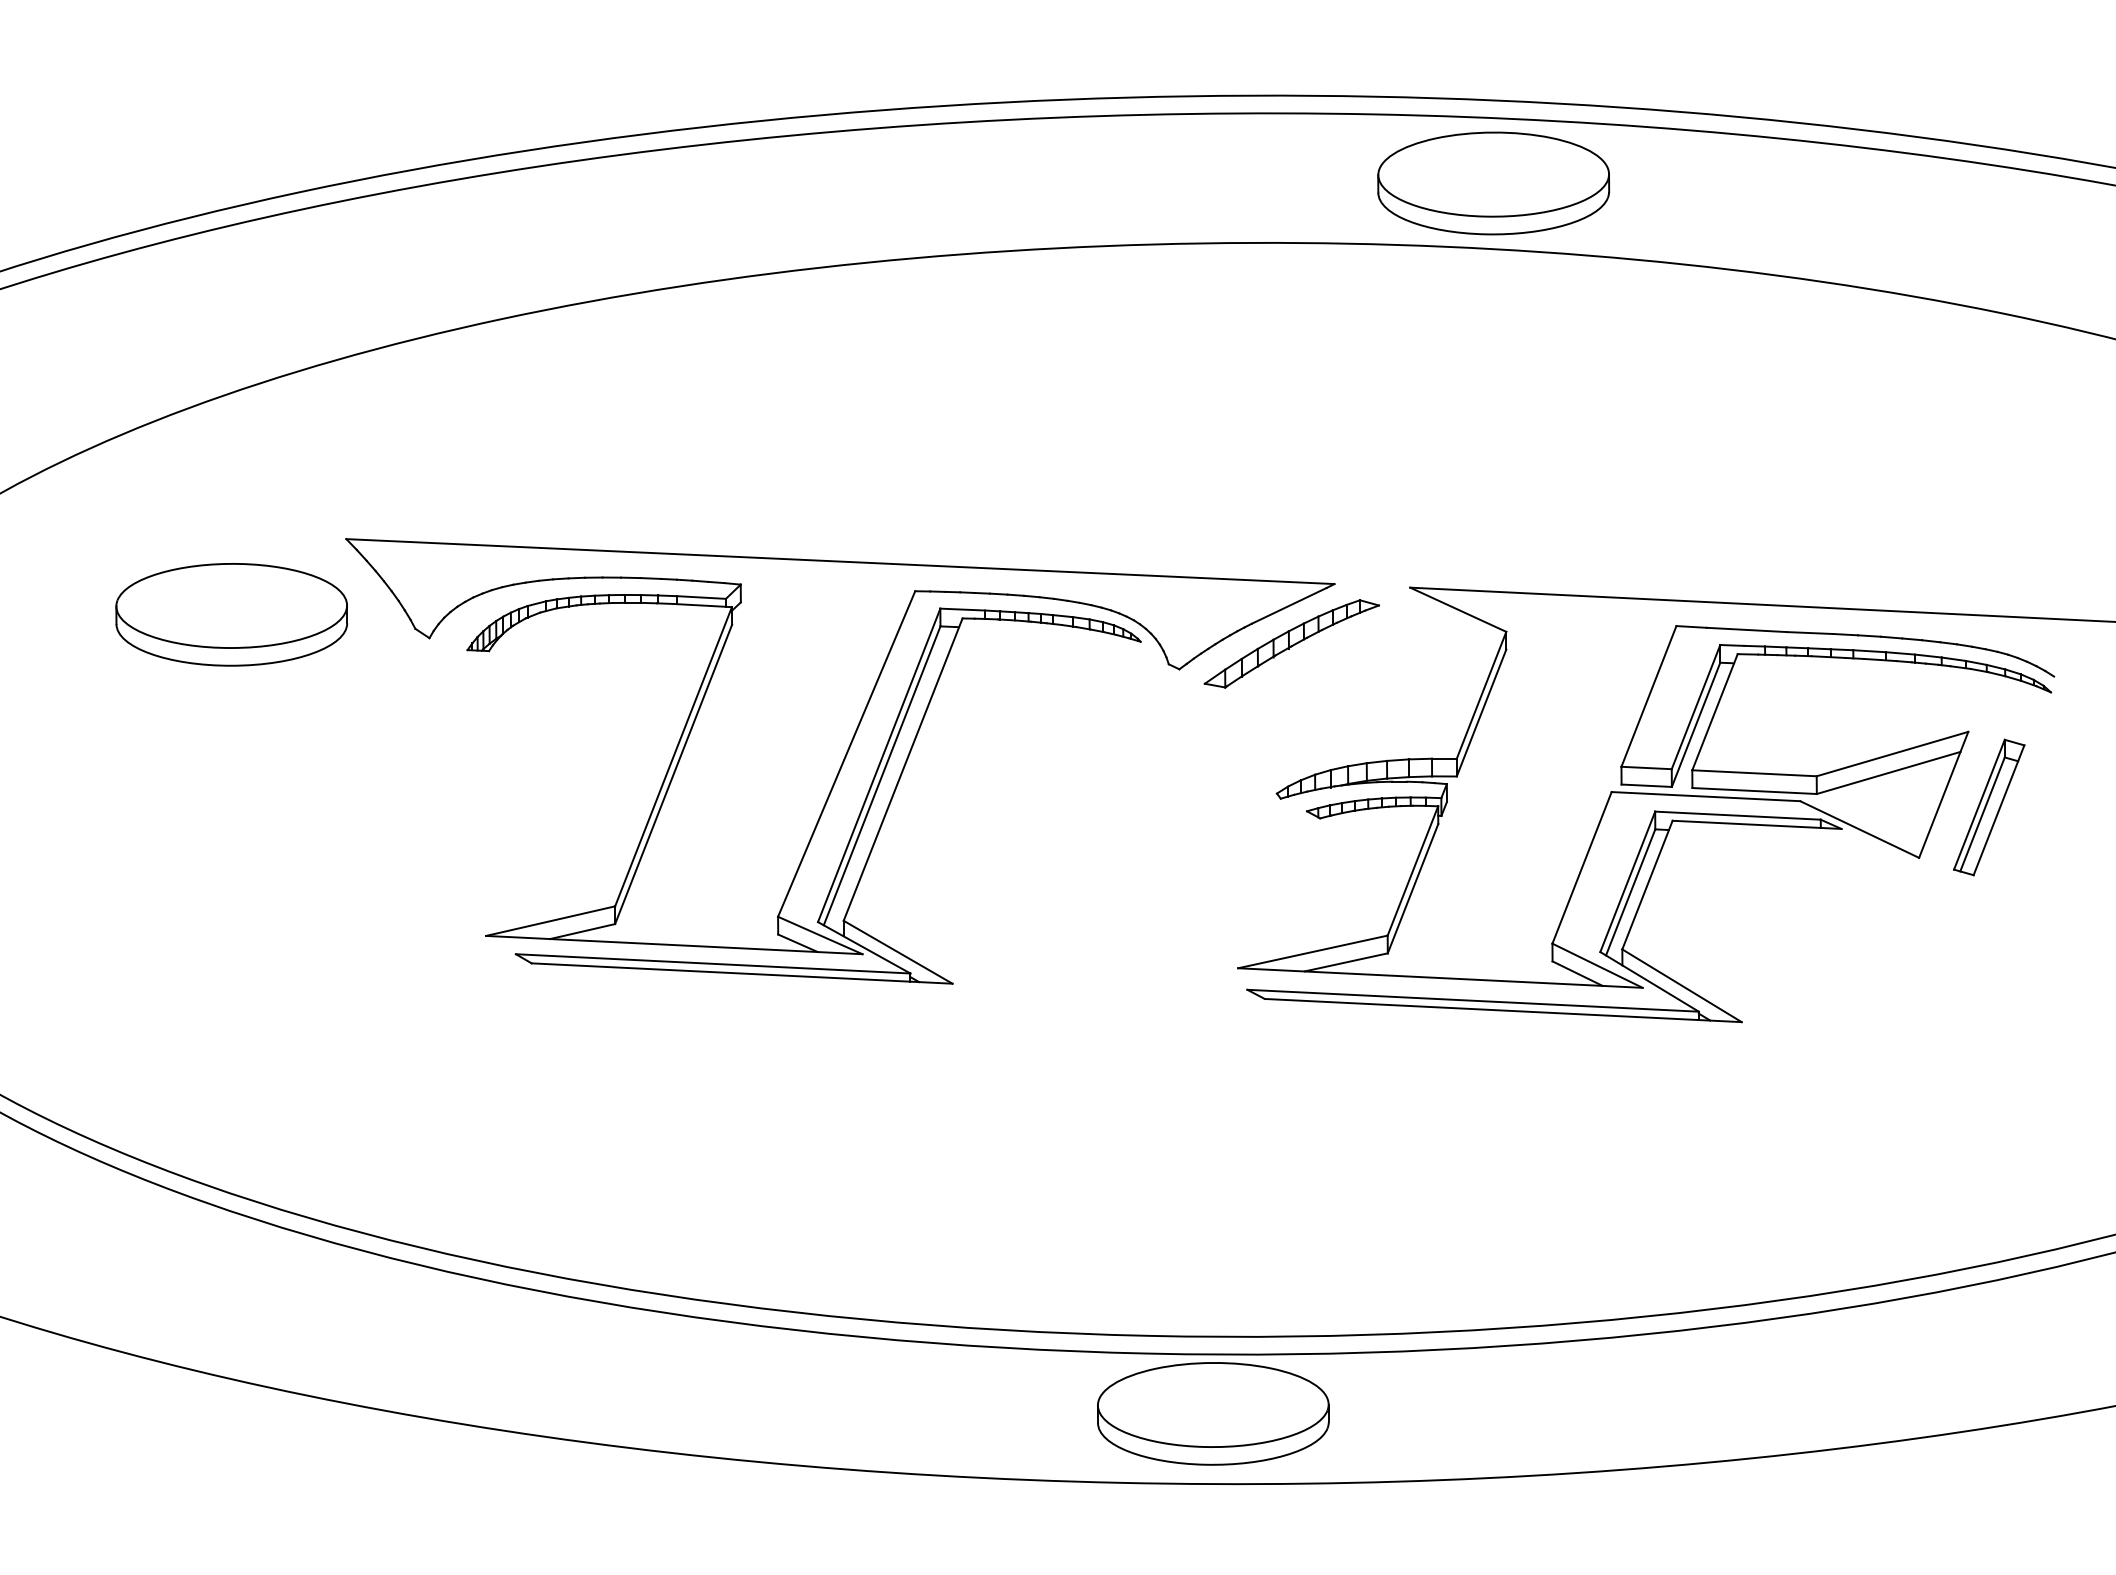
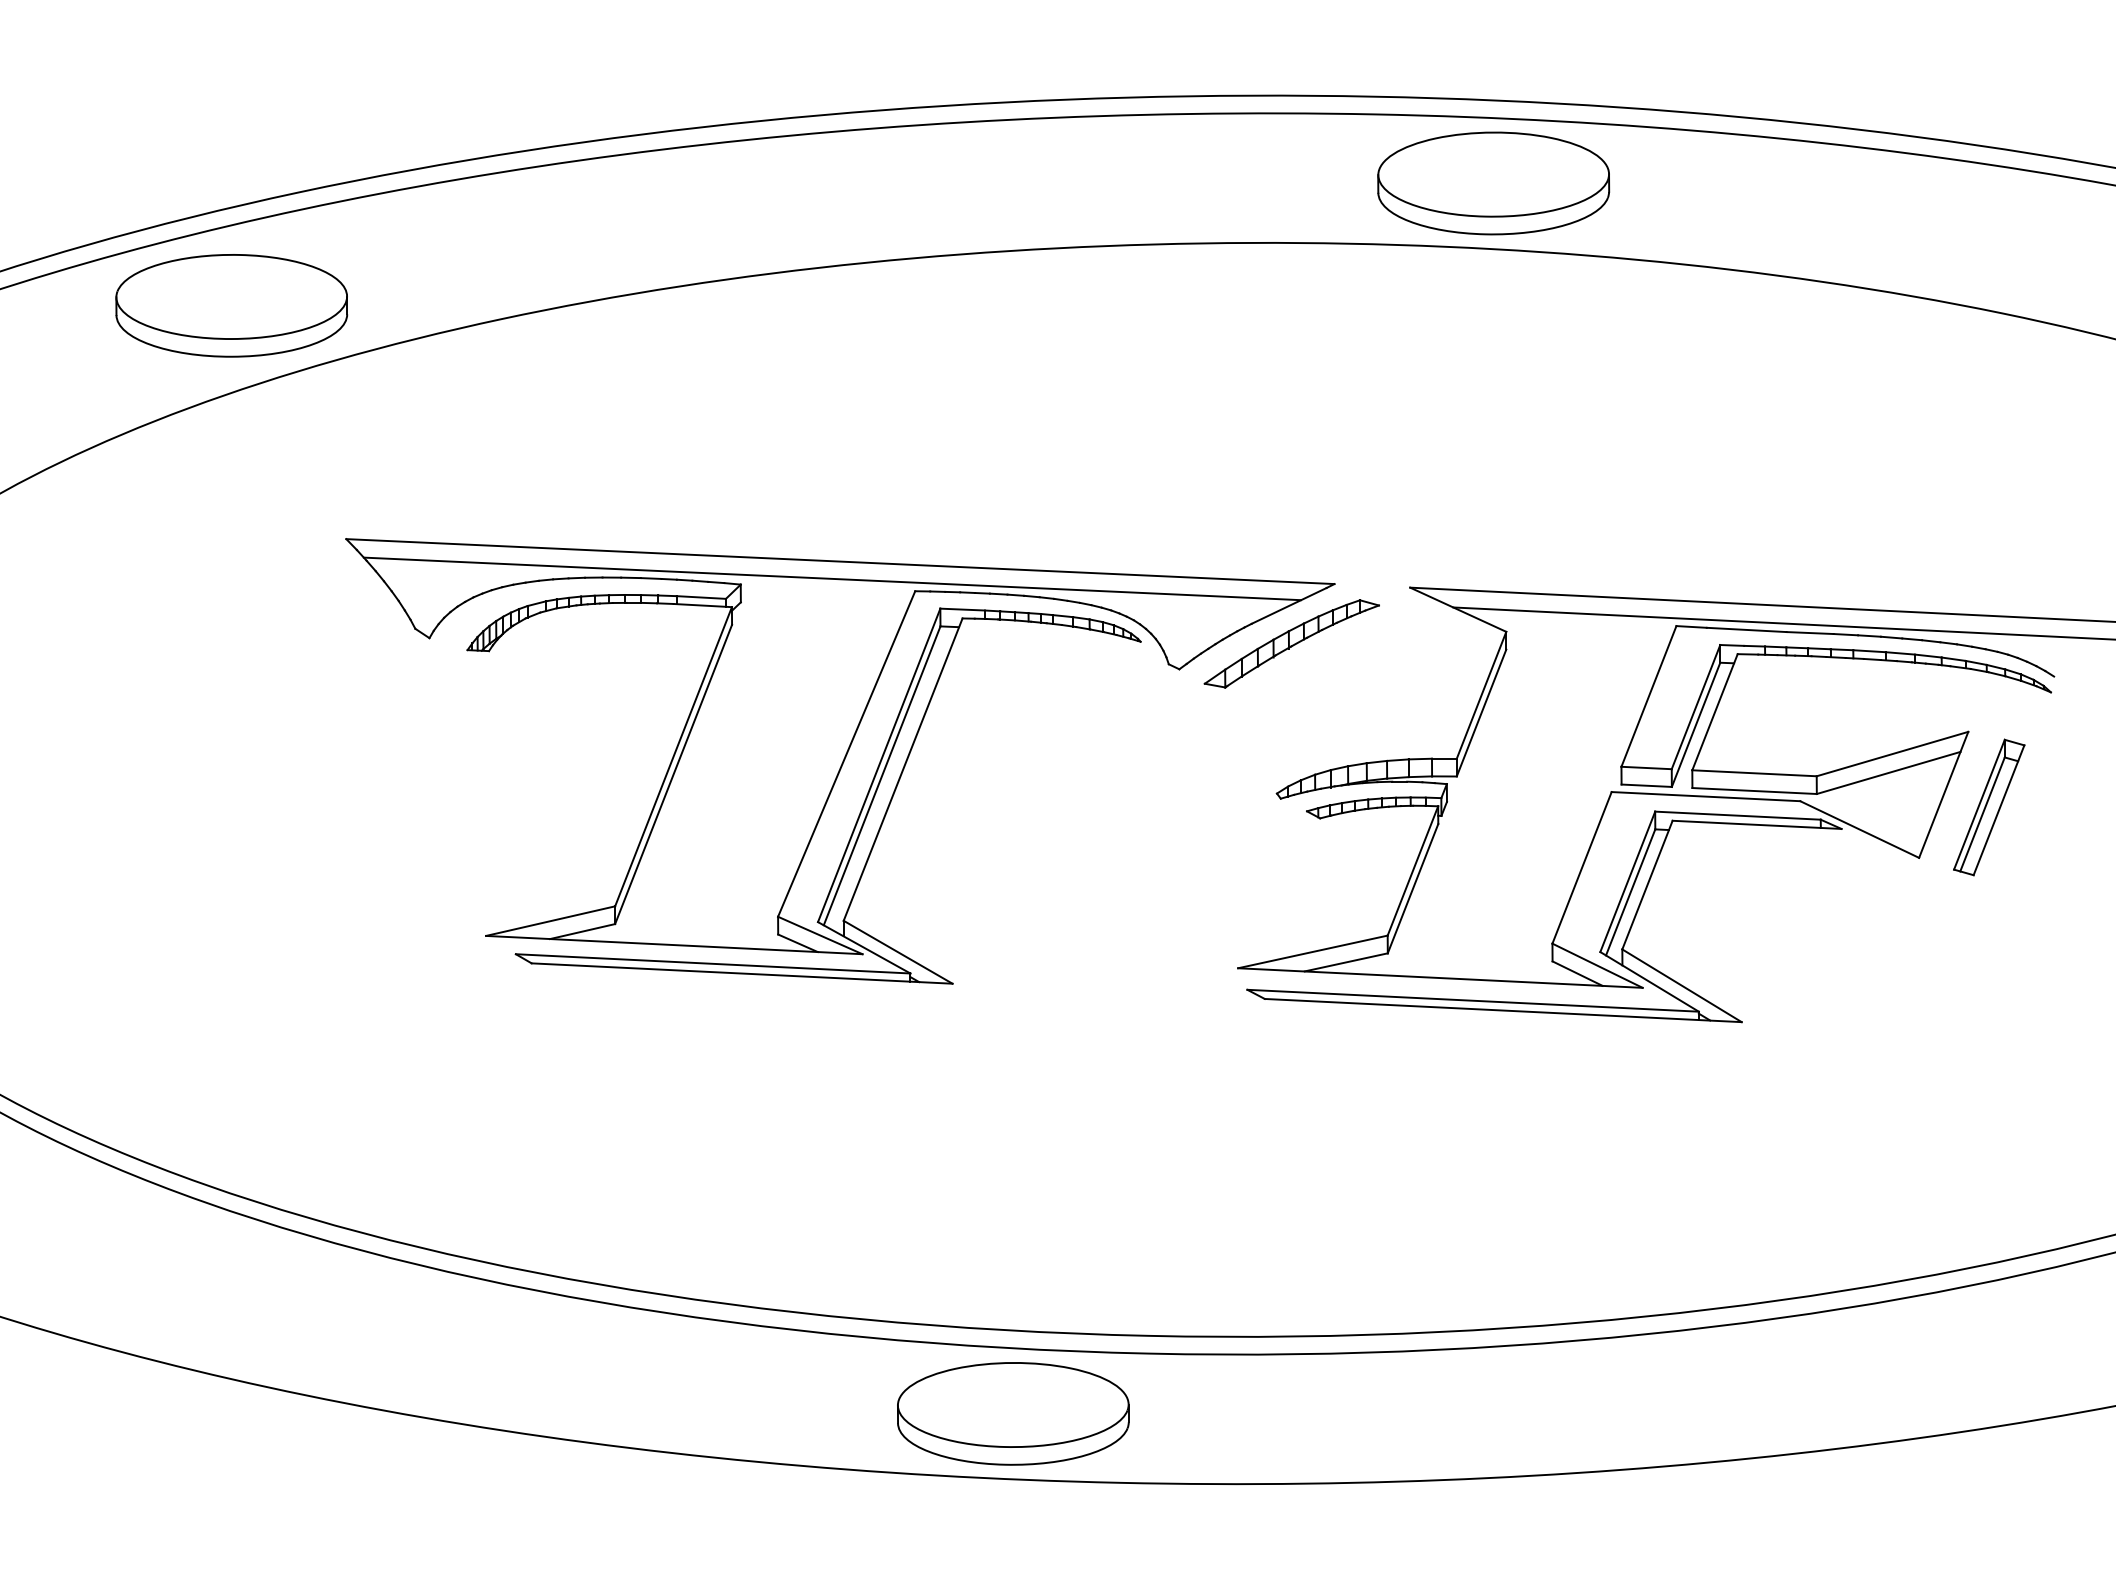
line at (832, 578): none -> present
part at (231, 614) position: (231, 614) -> (231, 305)
line at (1782, 623): none -> present
part at (1213, 1413) position: (1213, 1413) -> (1013, 1413)
